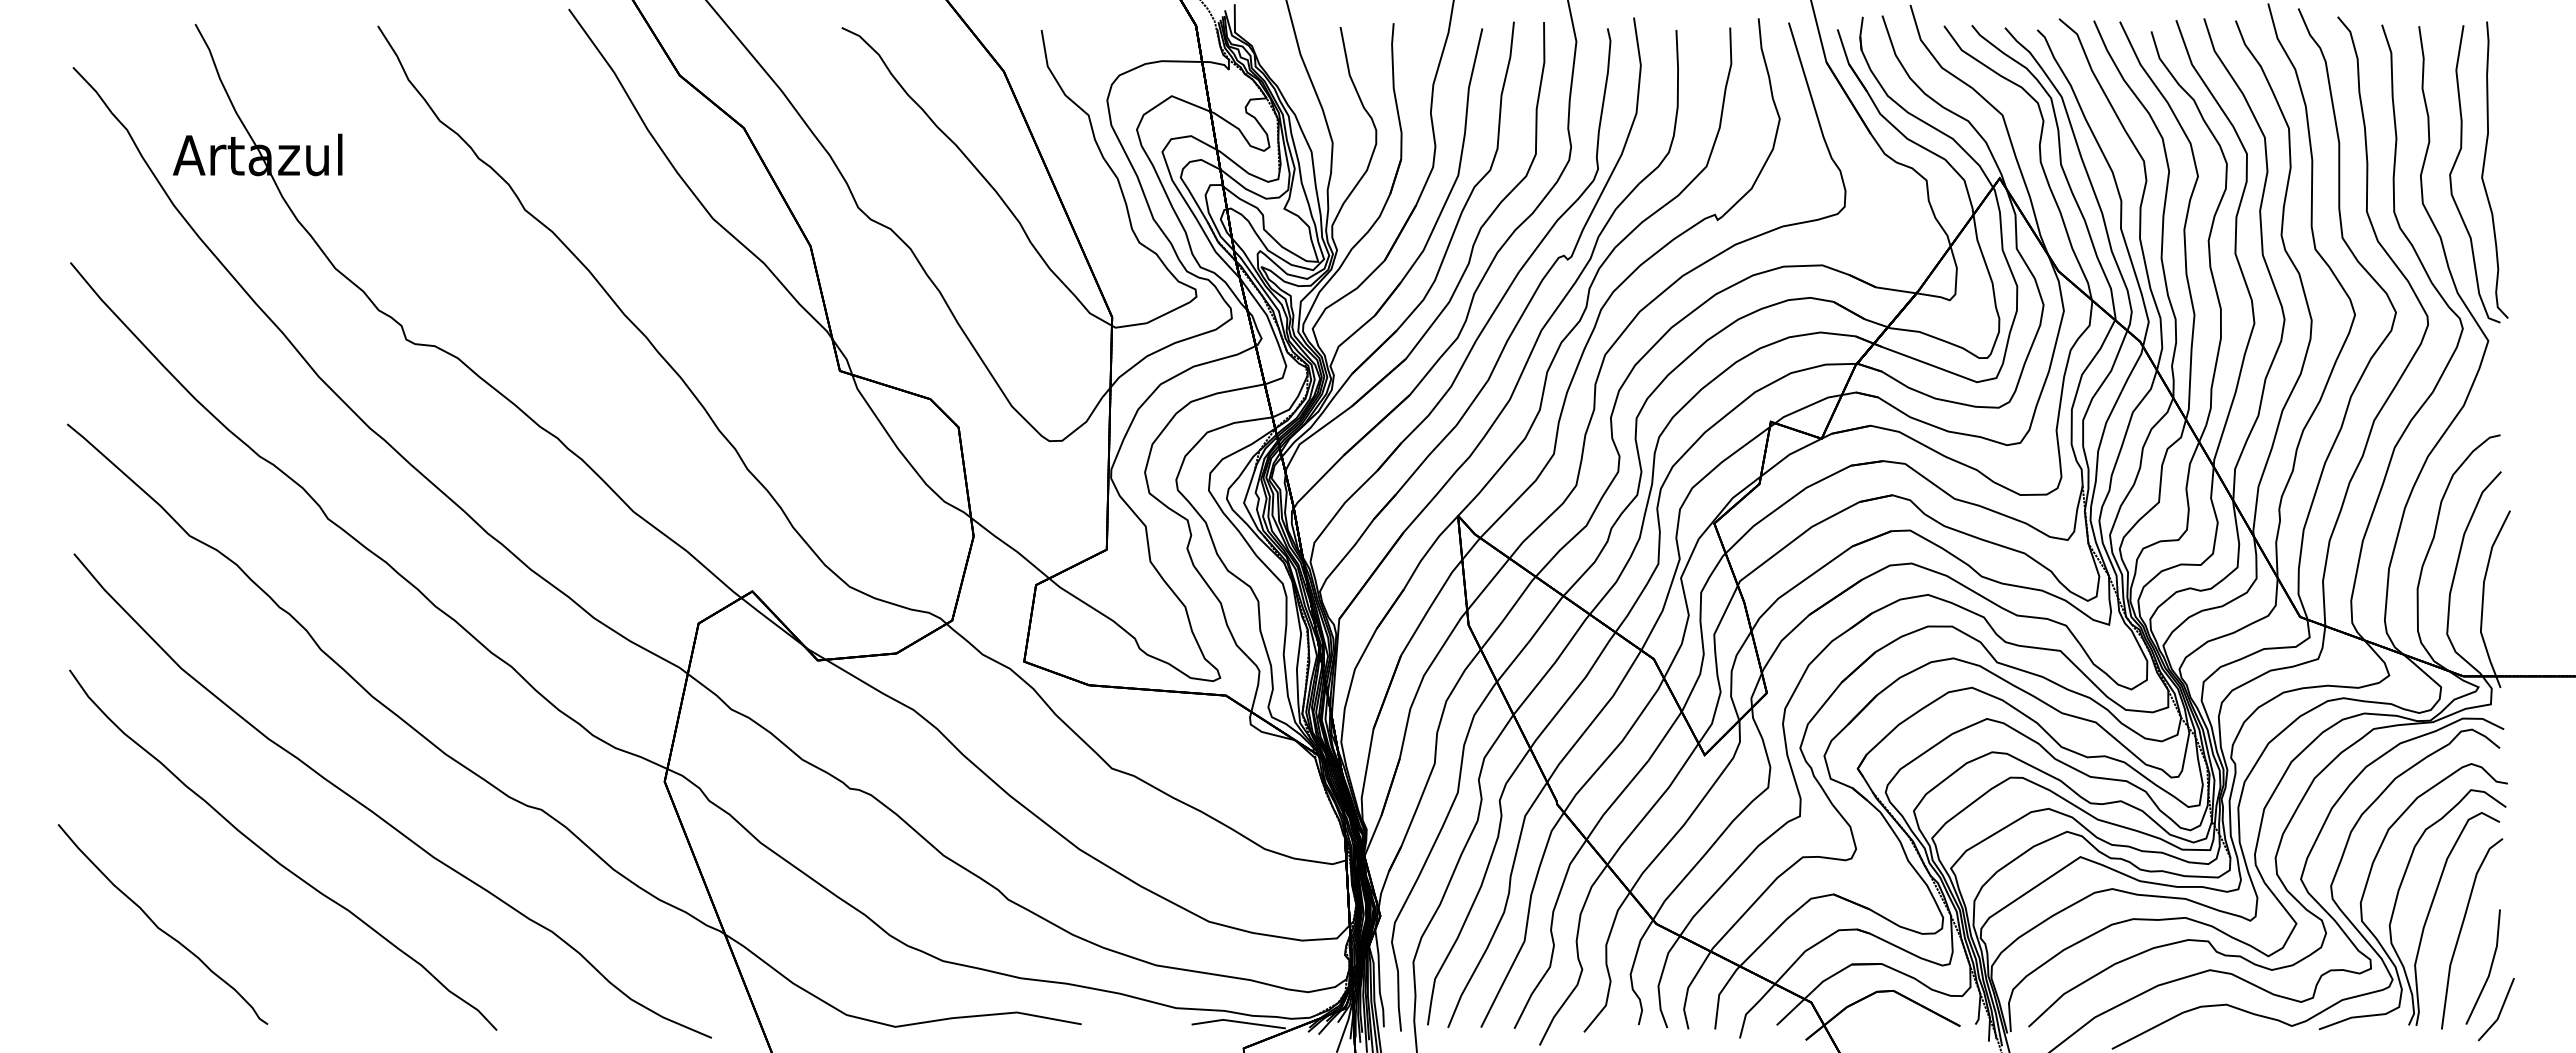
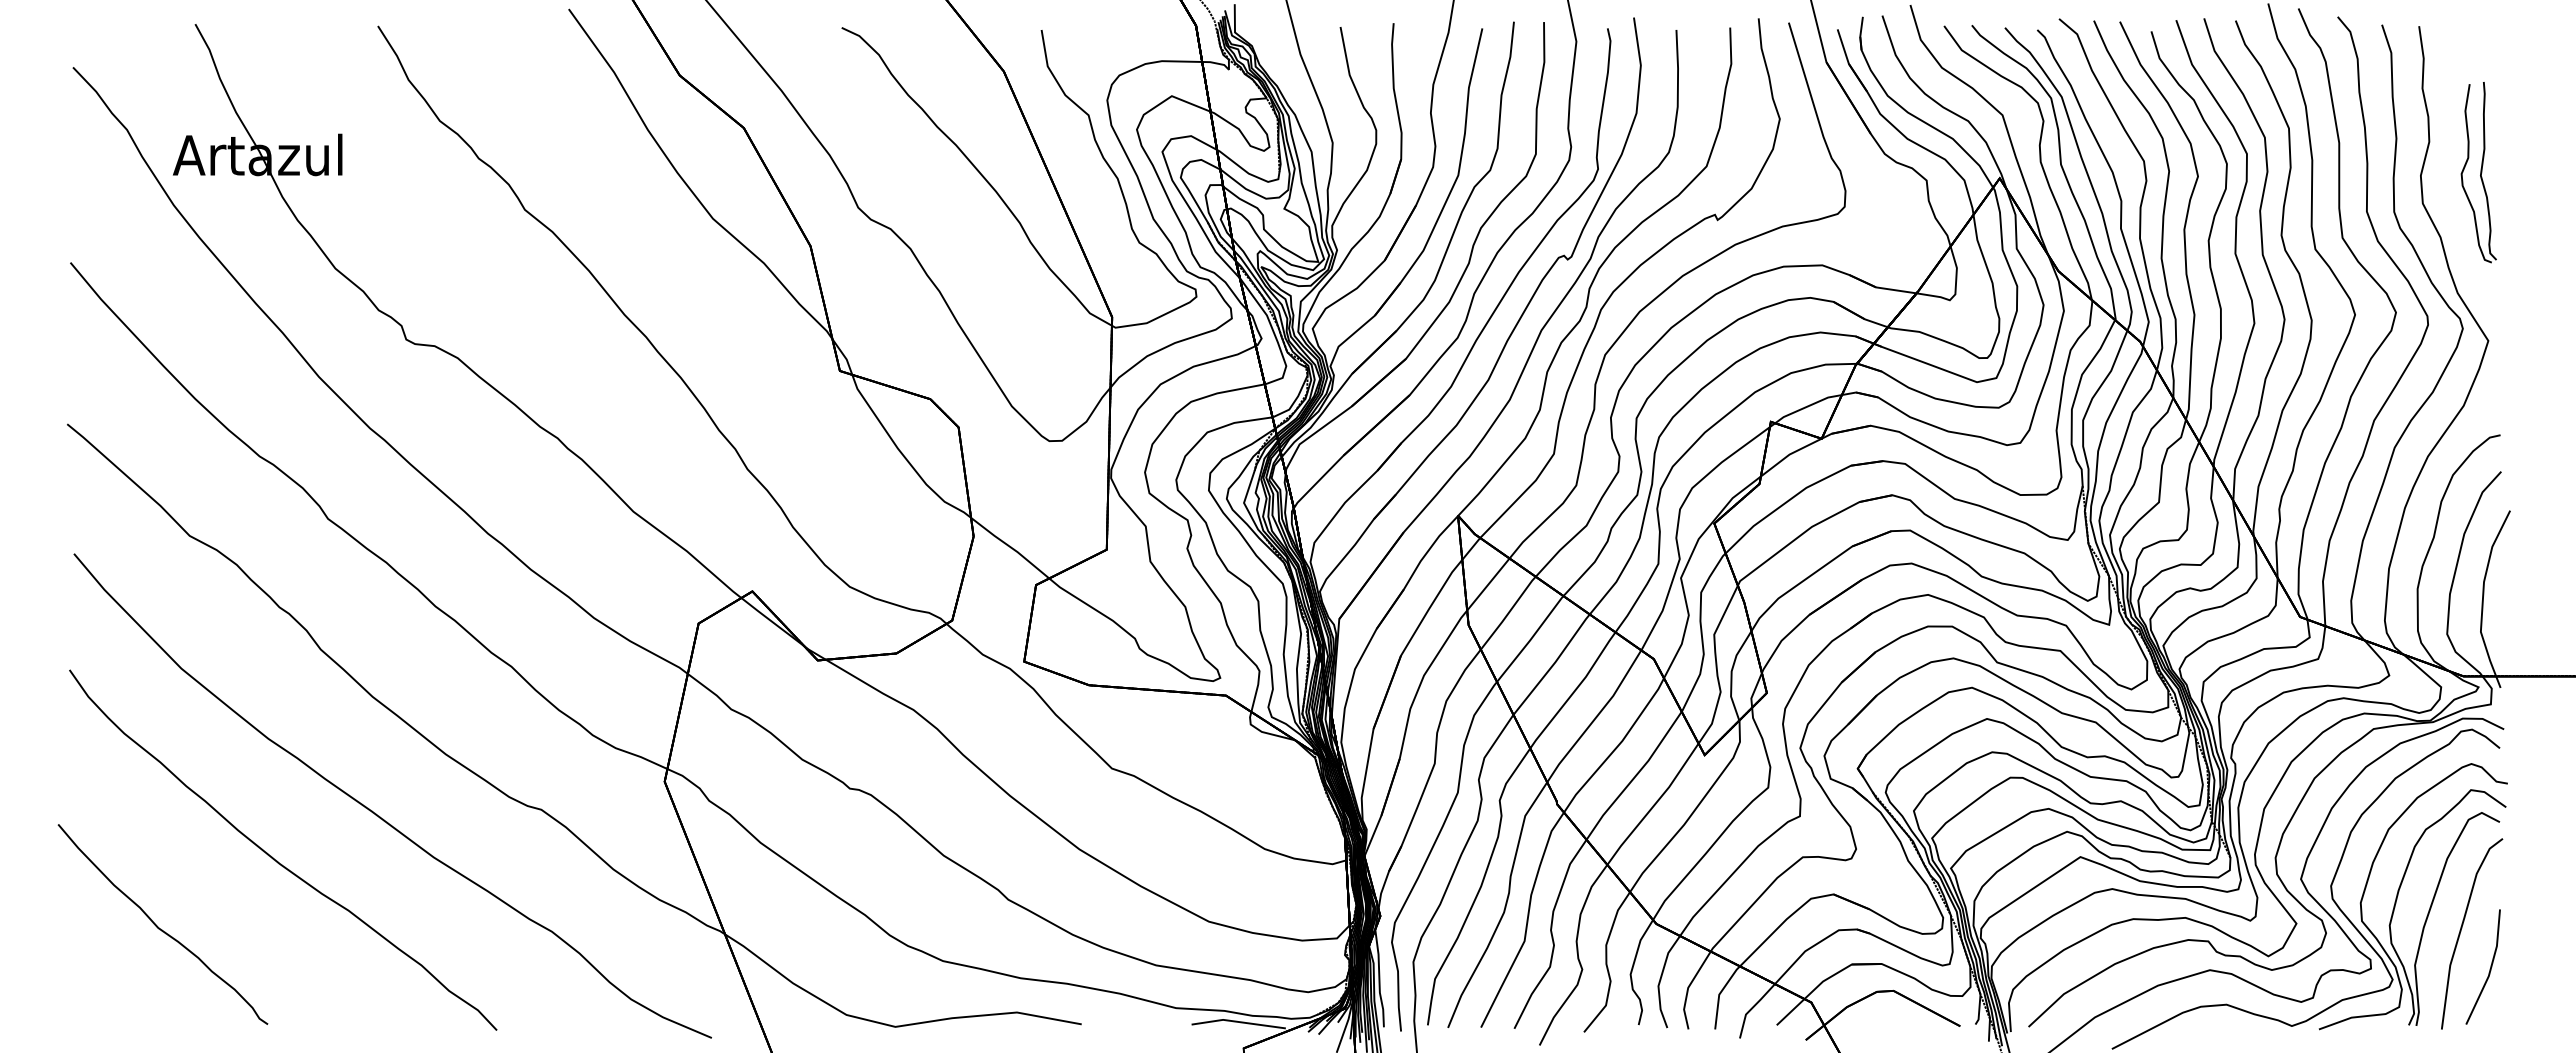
part at (2478, 172) size: 60x303 px -> 37x182 px
line at (2499, 1011): present -> none
